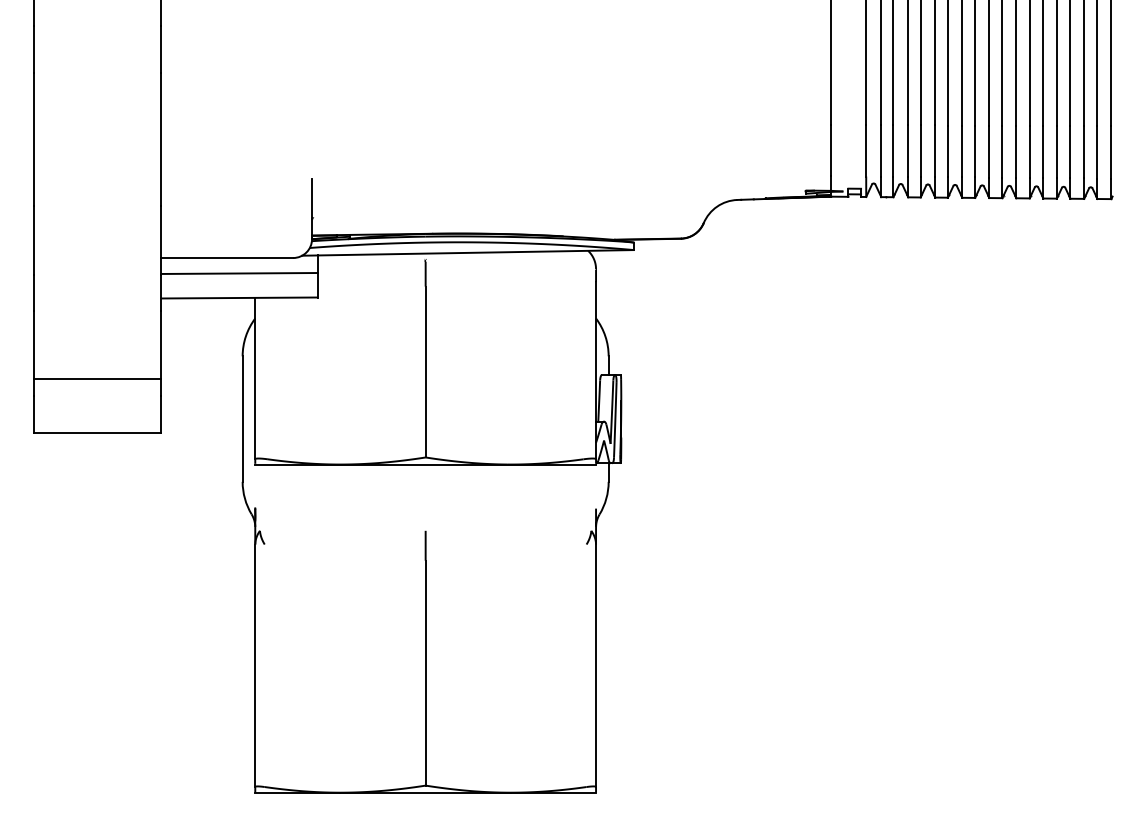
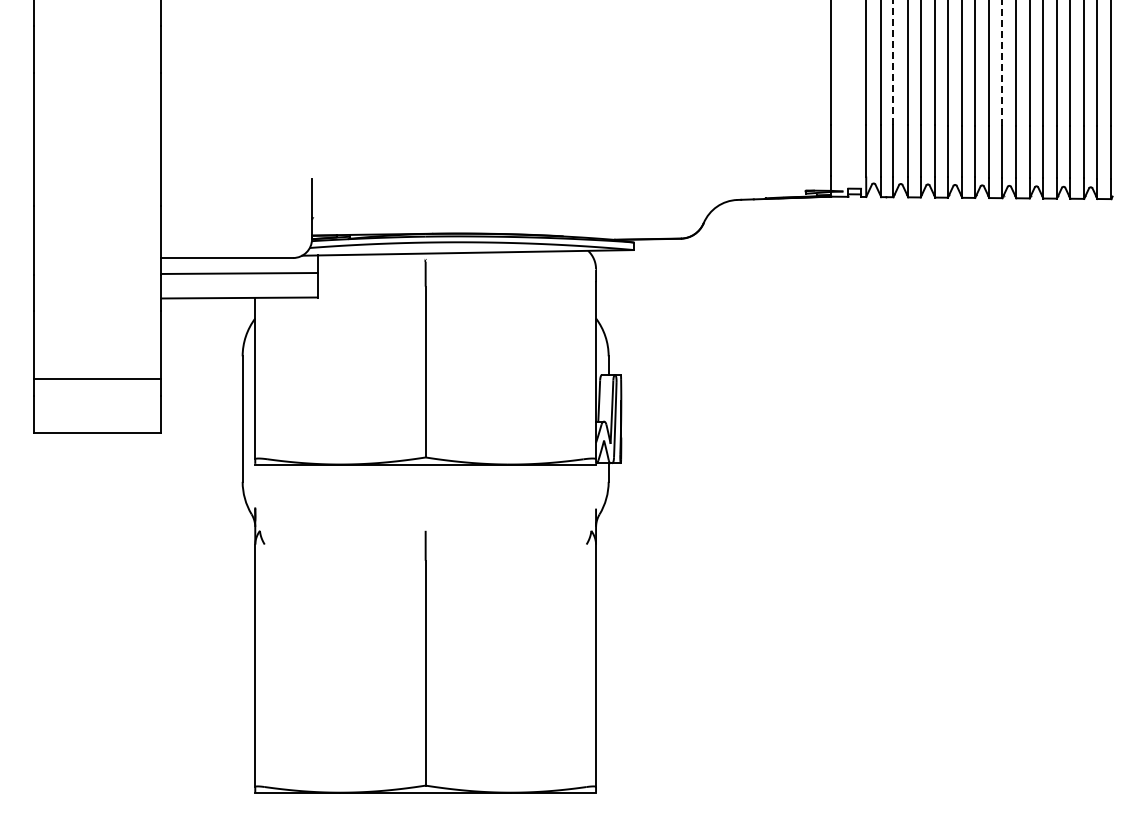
line at (893, 62): solid -> dashed
line at (1002, 62): solid -> dashed
